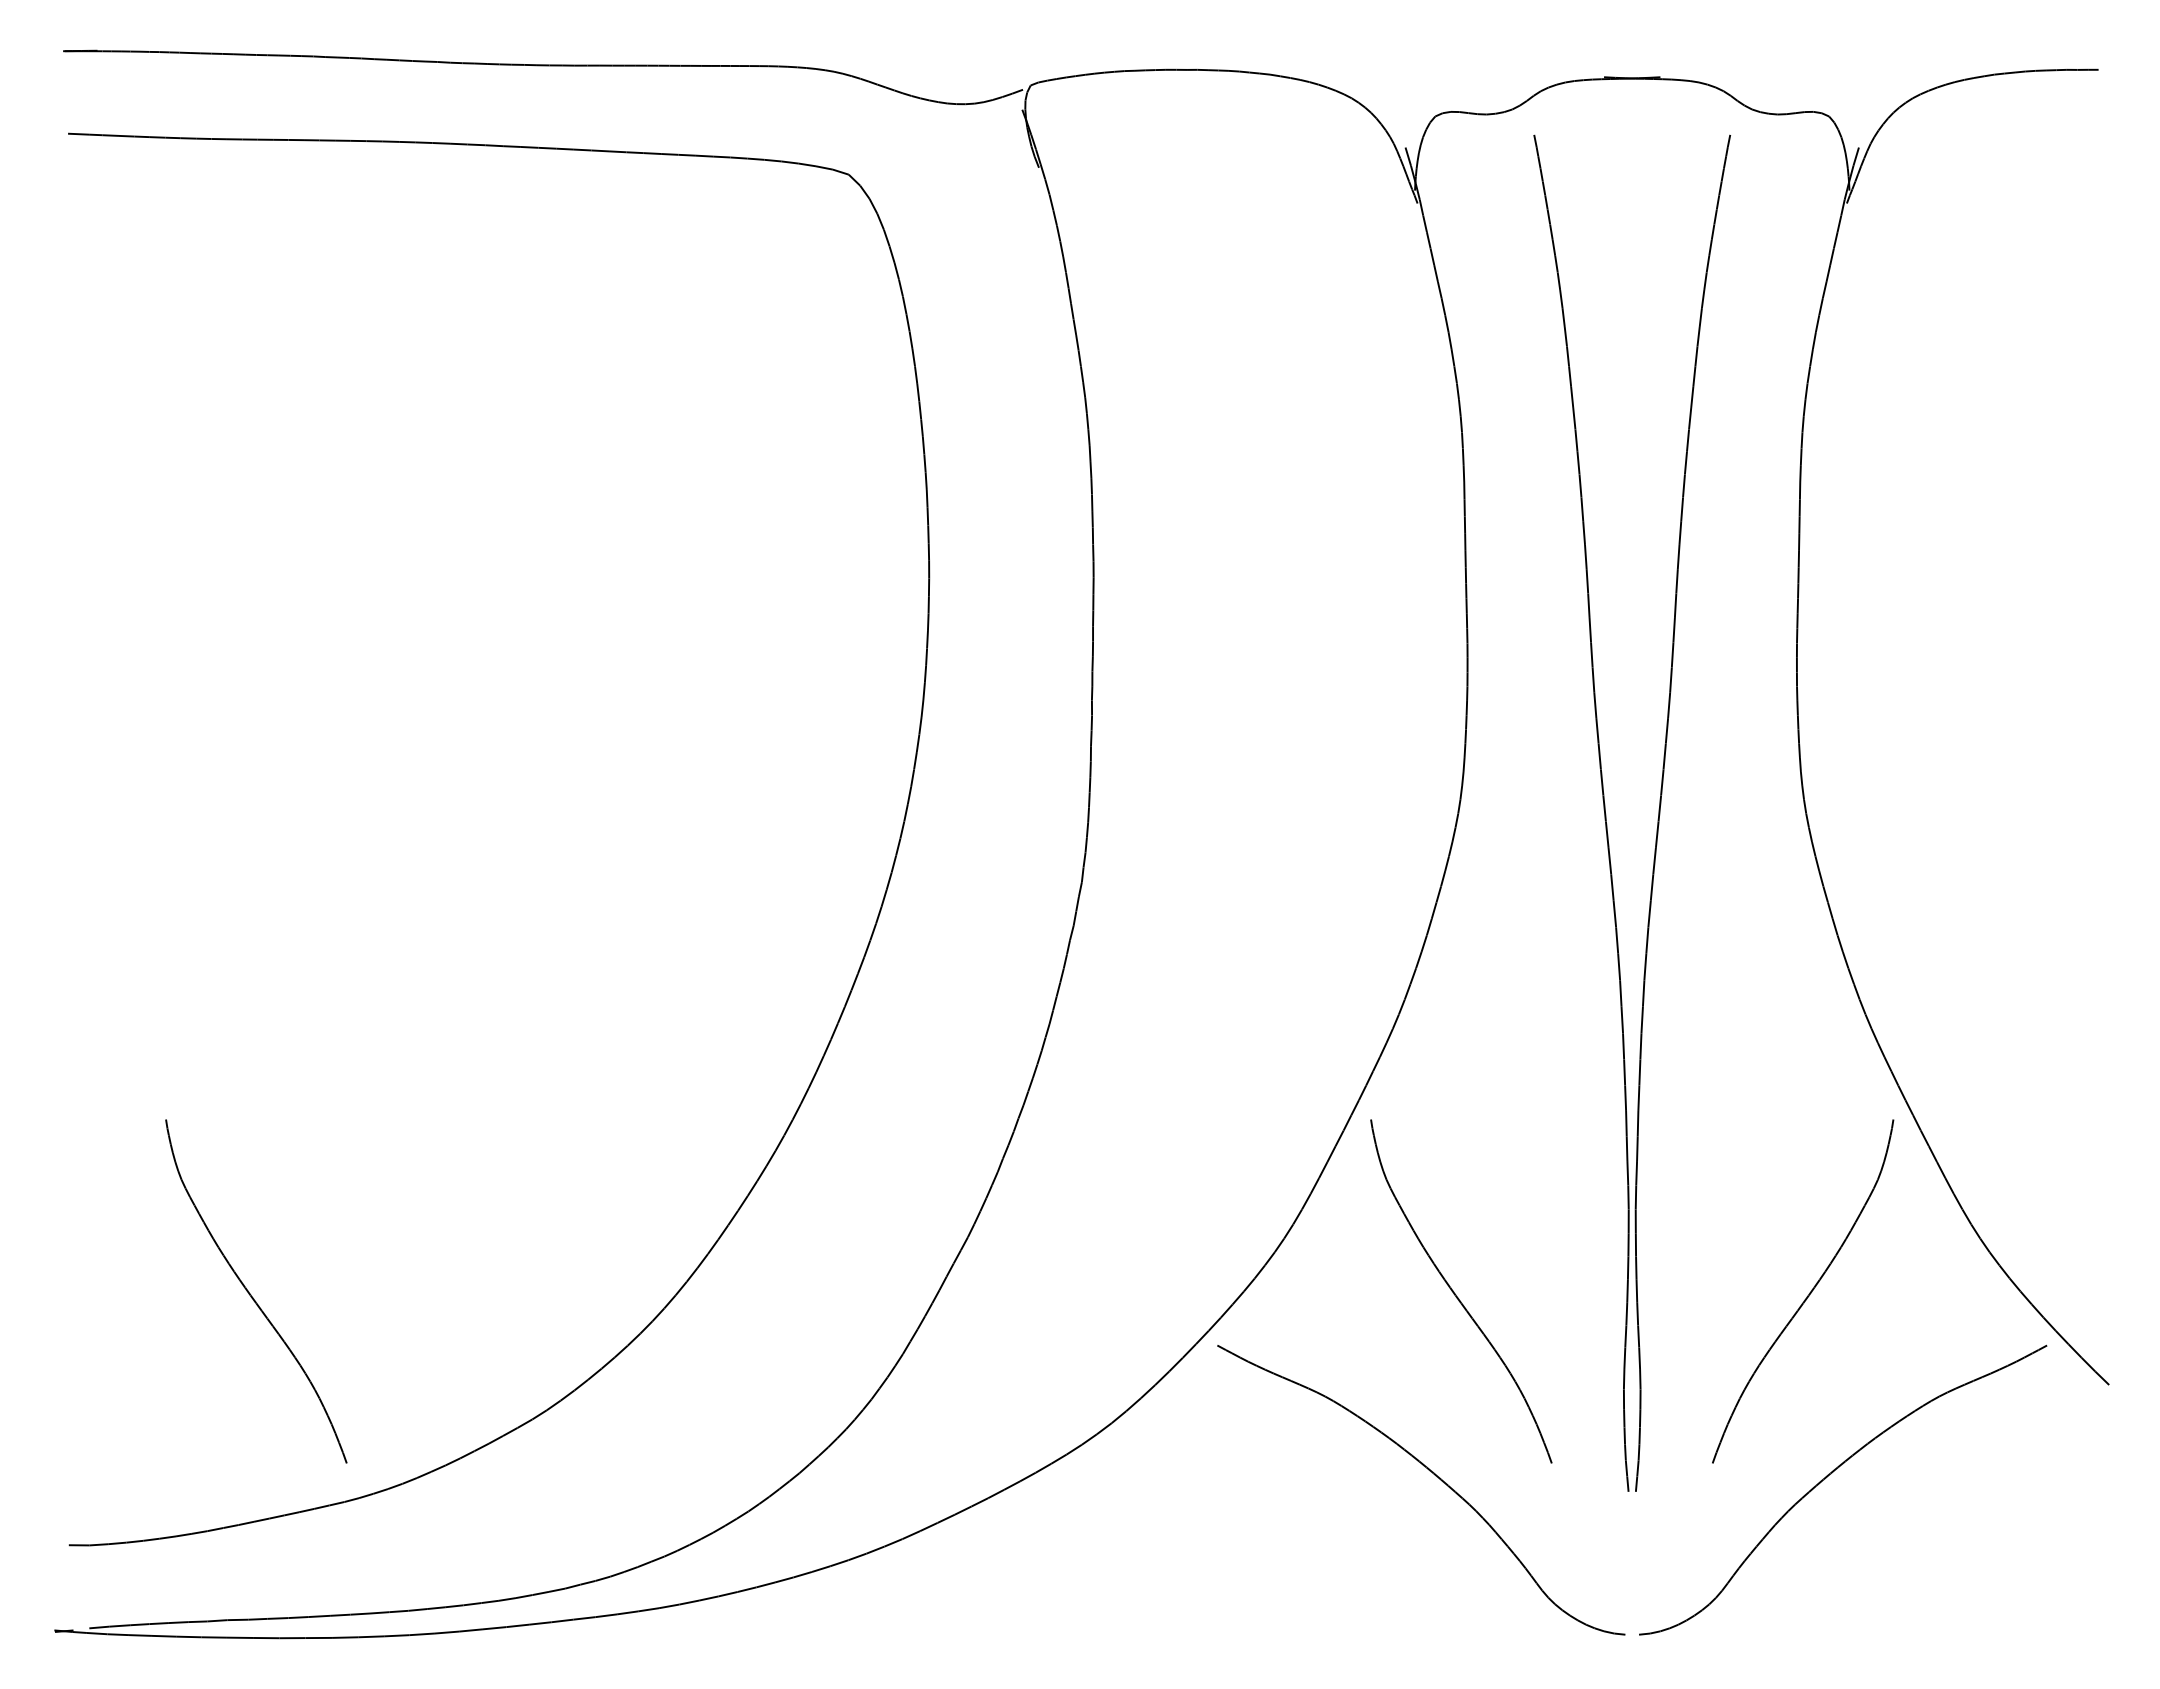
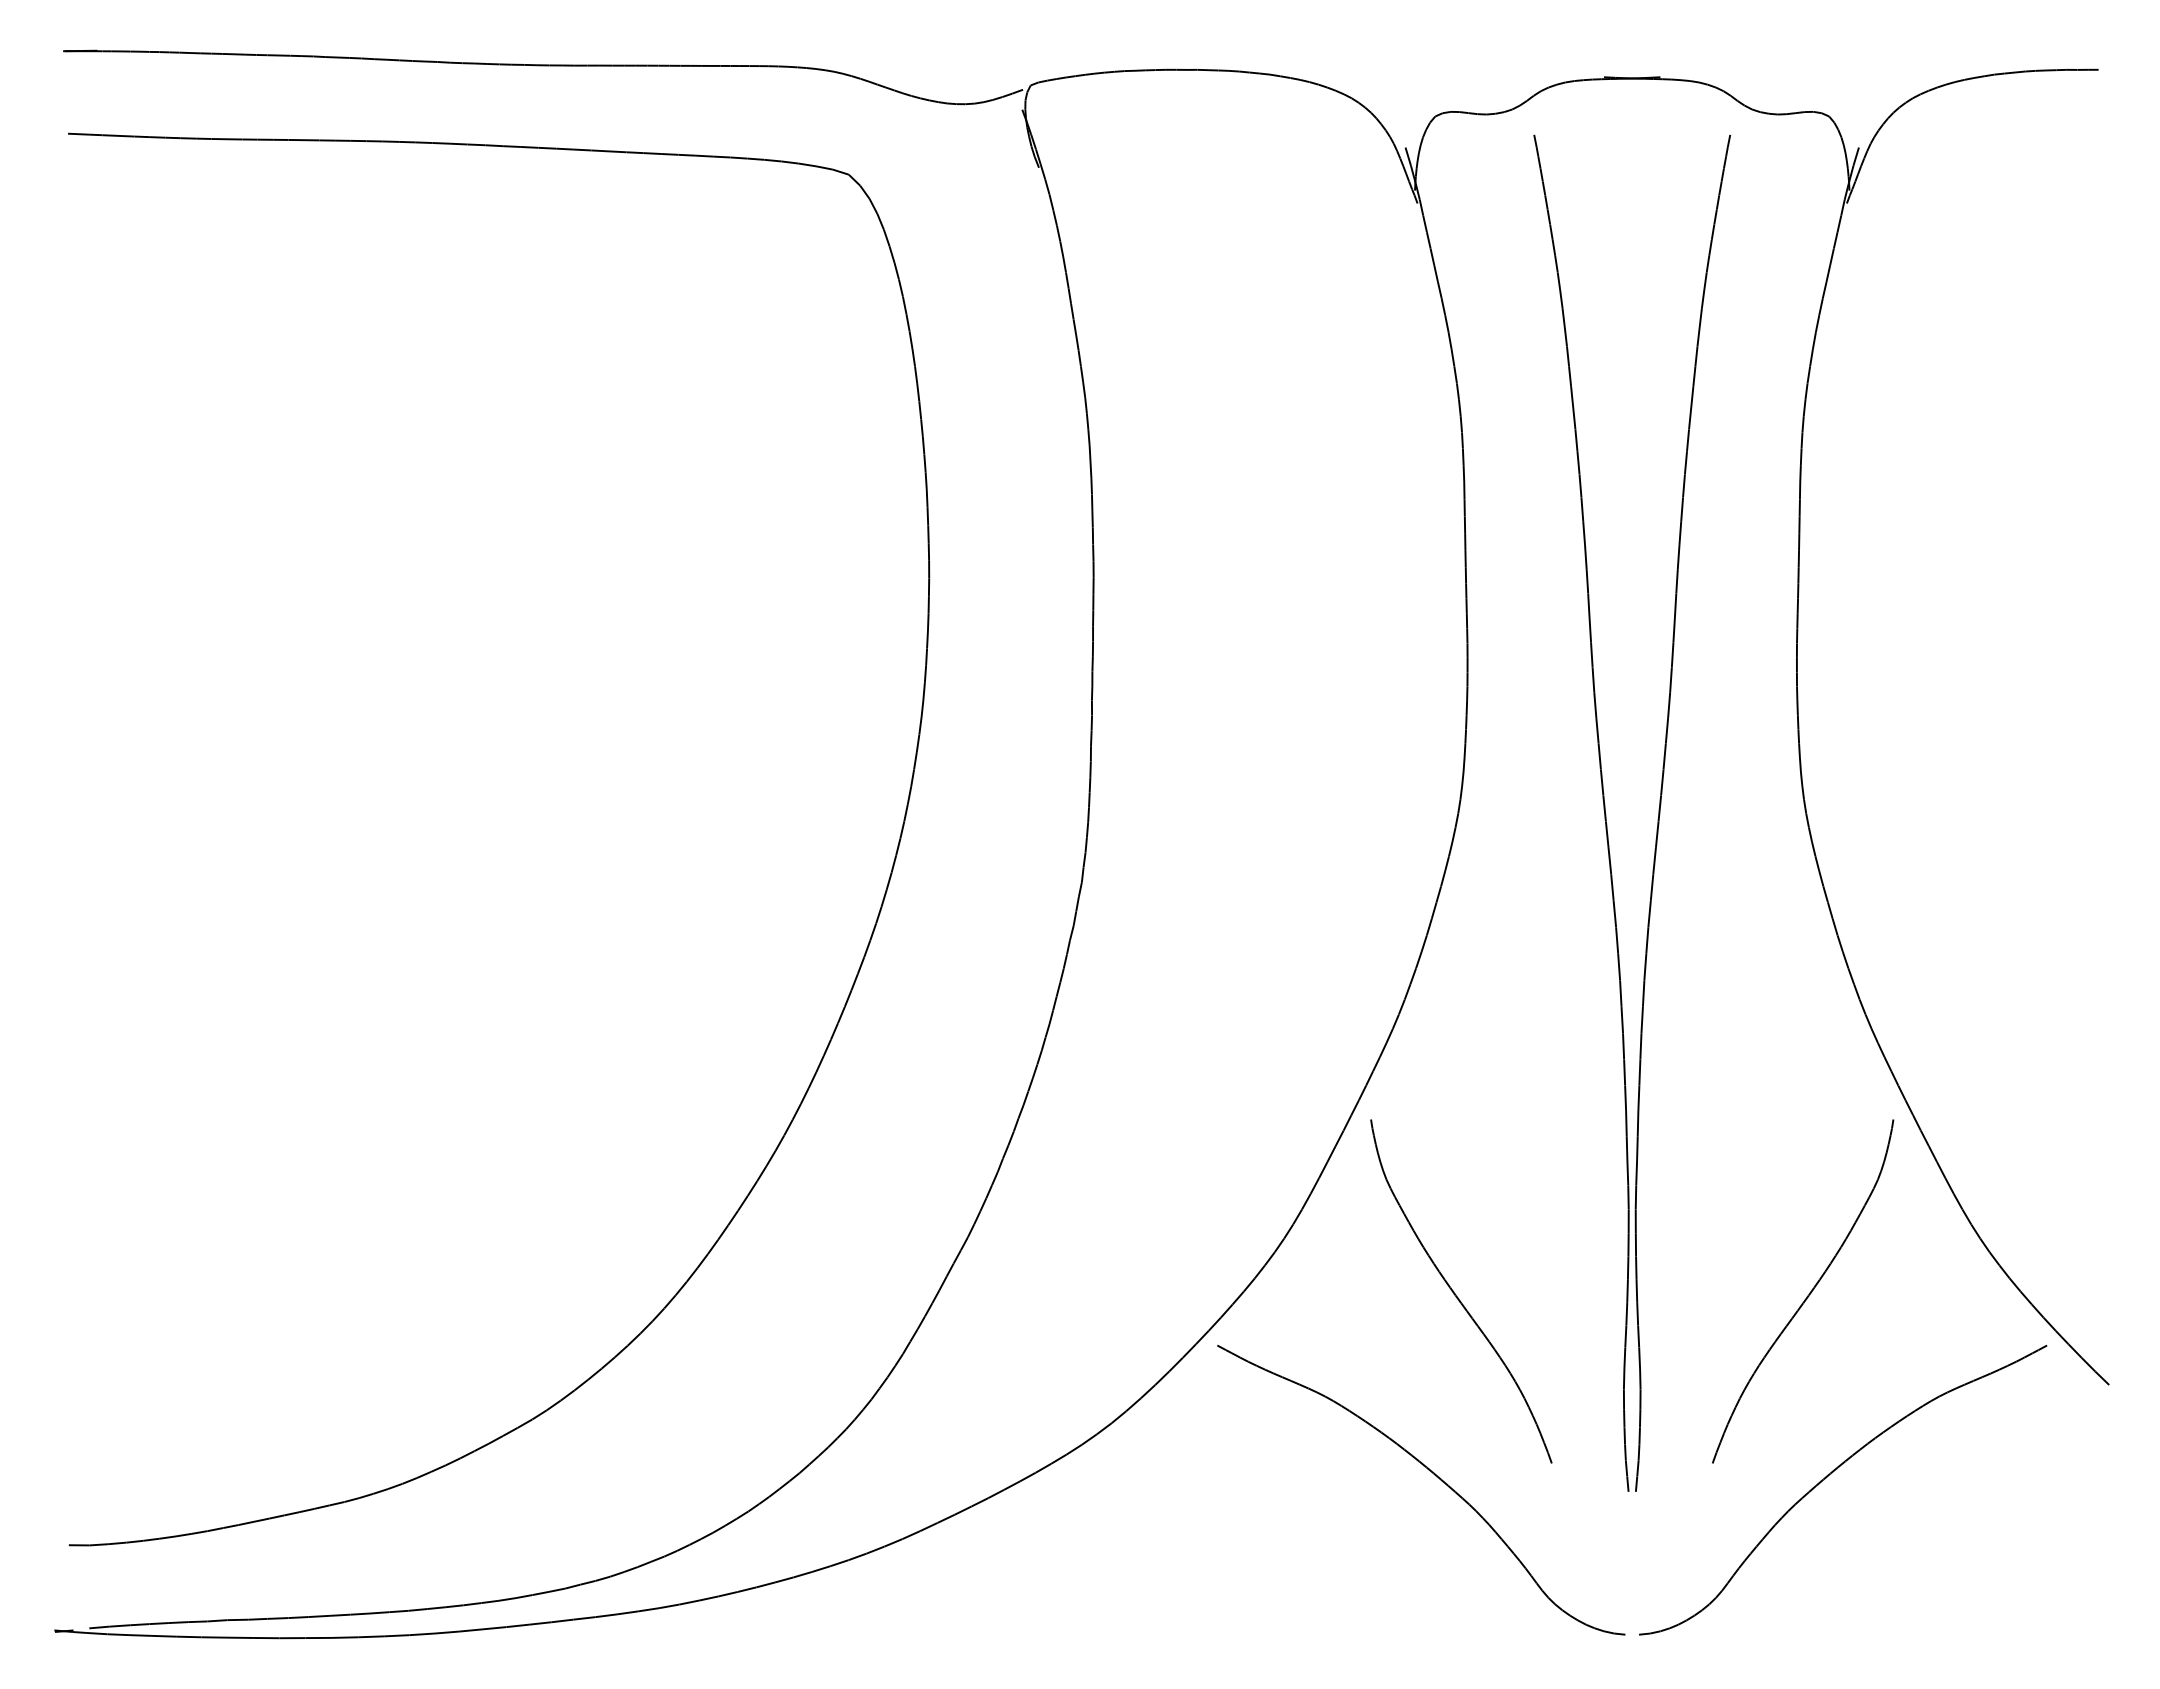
part at (256, 1291): present -> none
